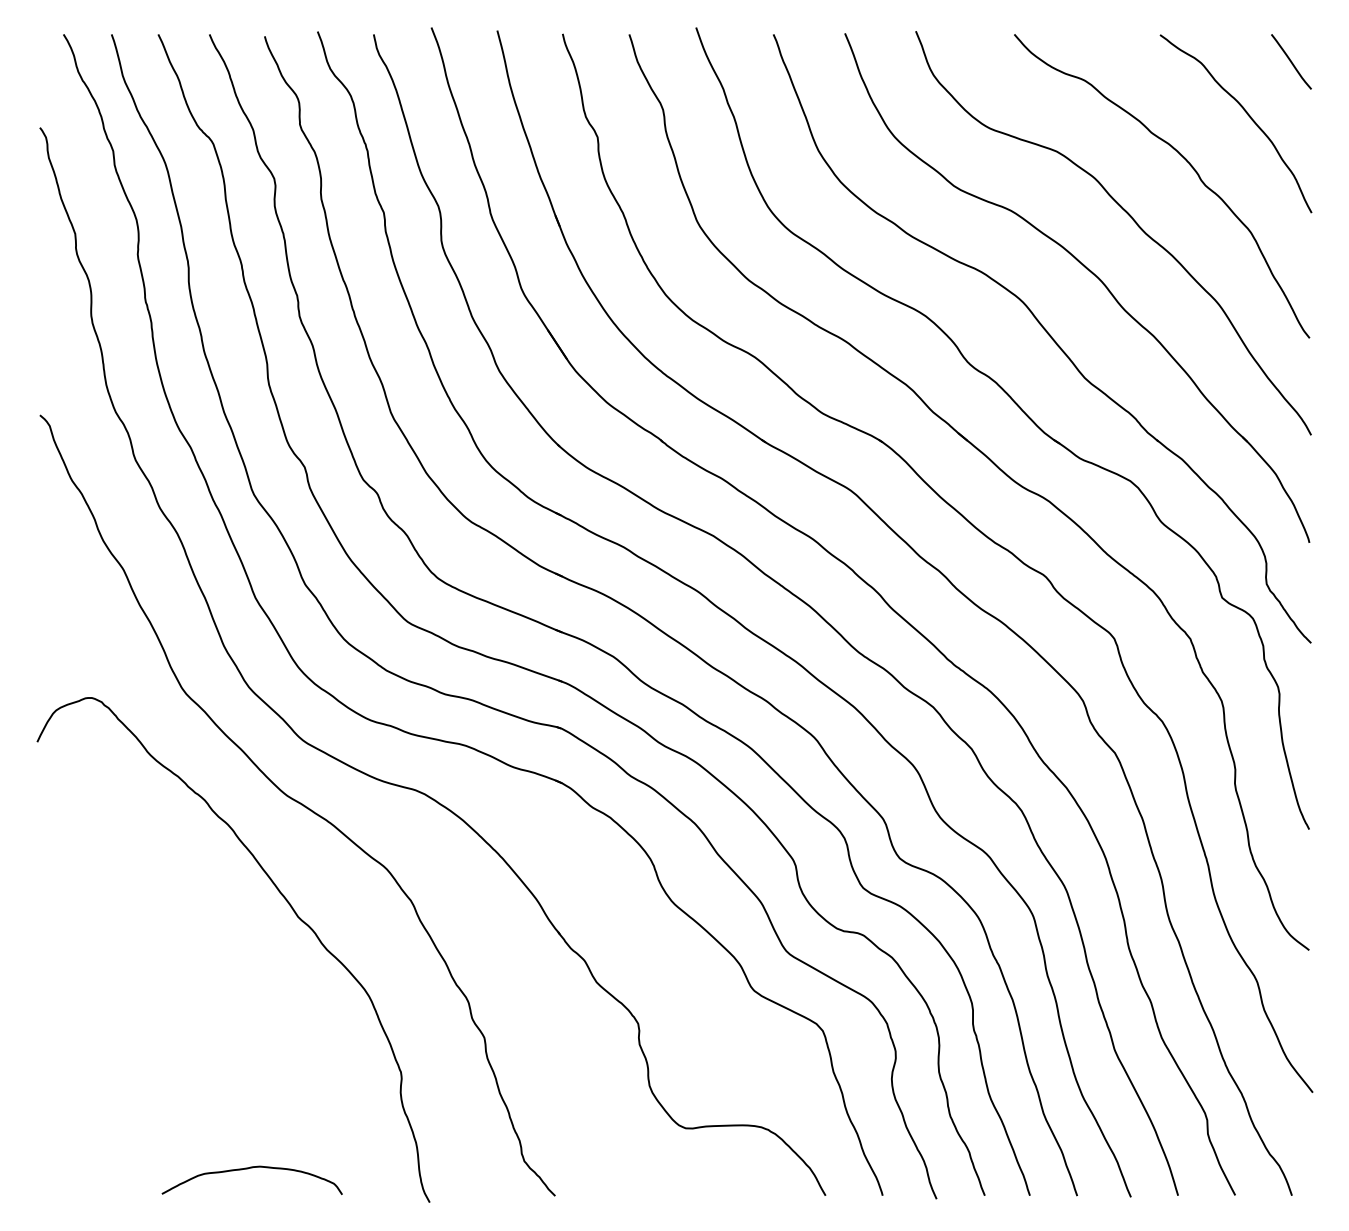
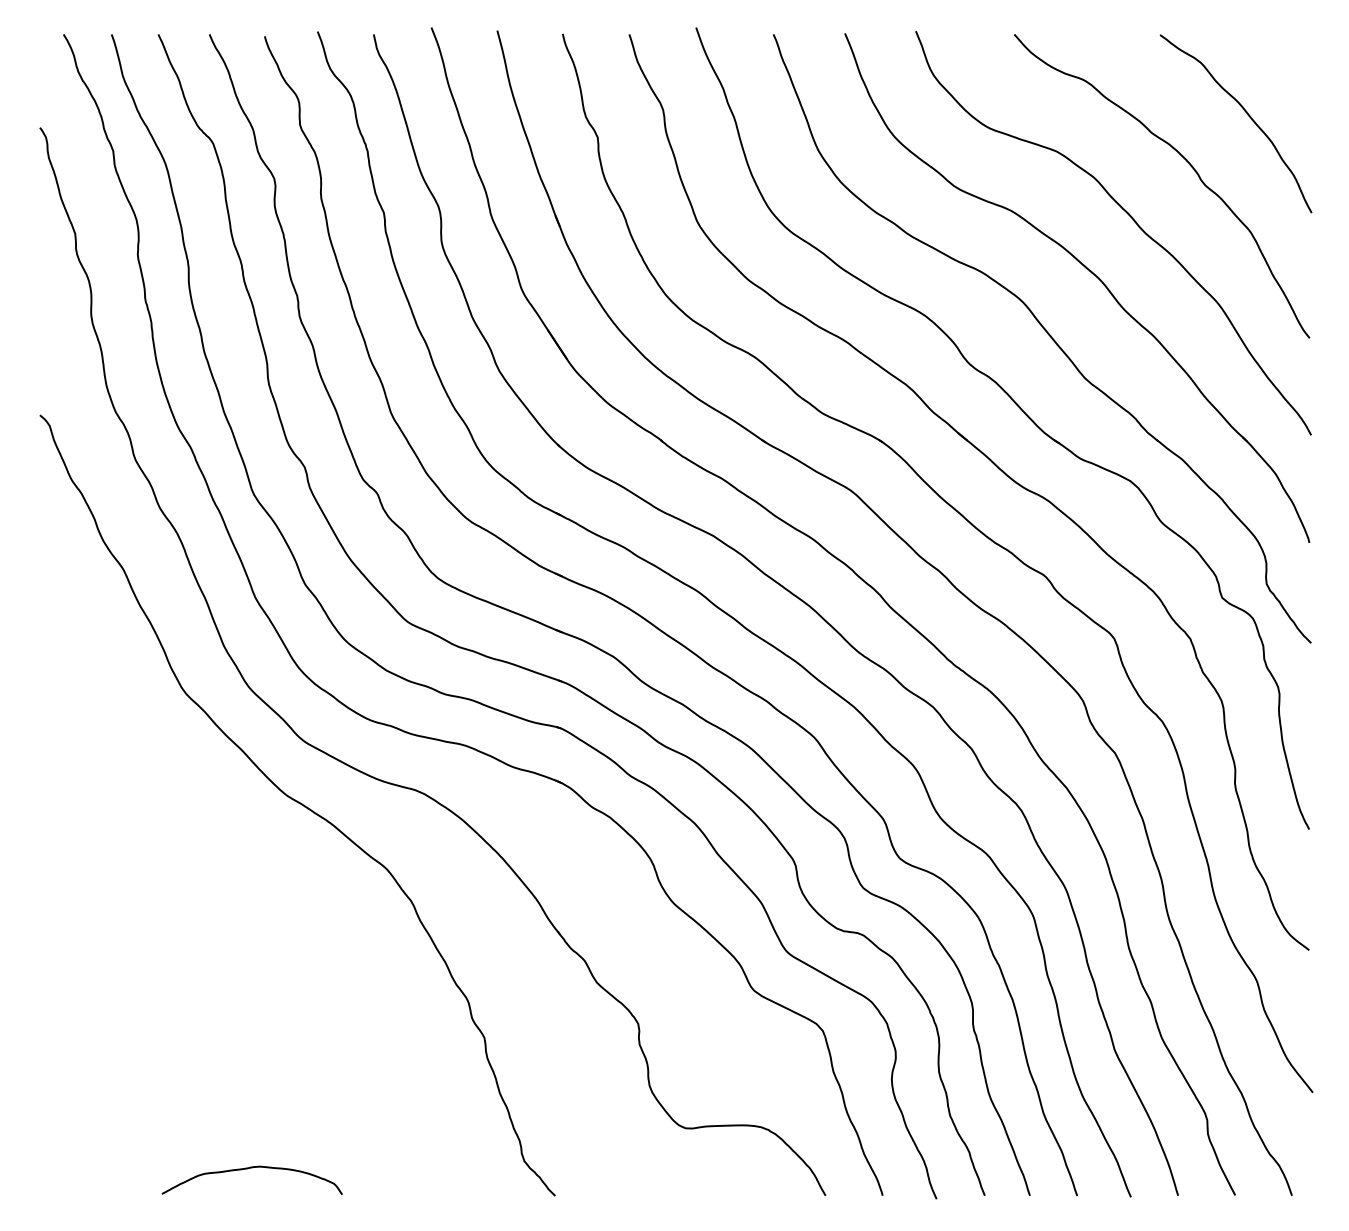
line at (1291, 61): present -> none
curve at (292, 910): present -> none
